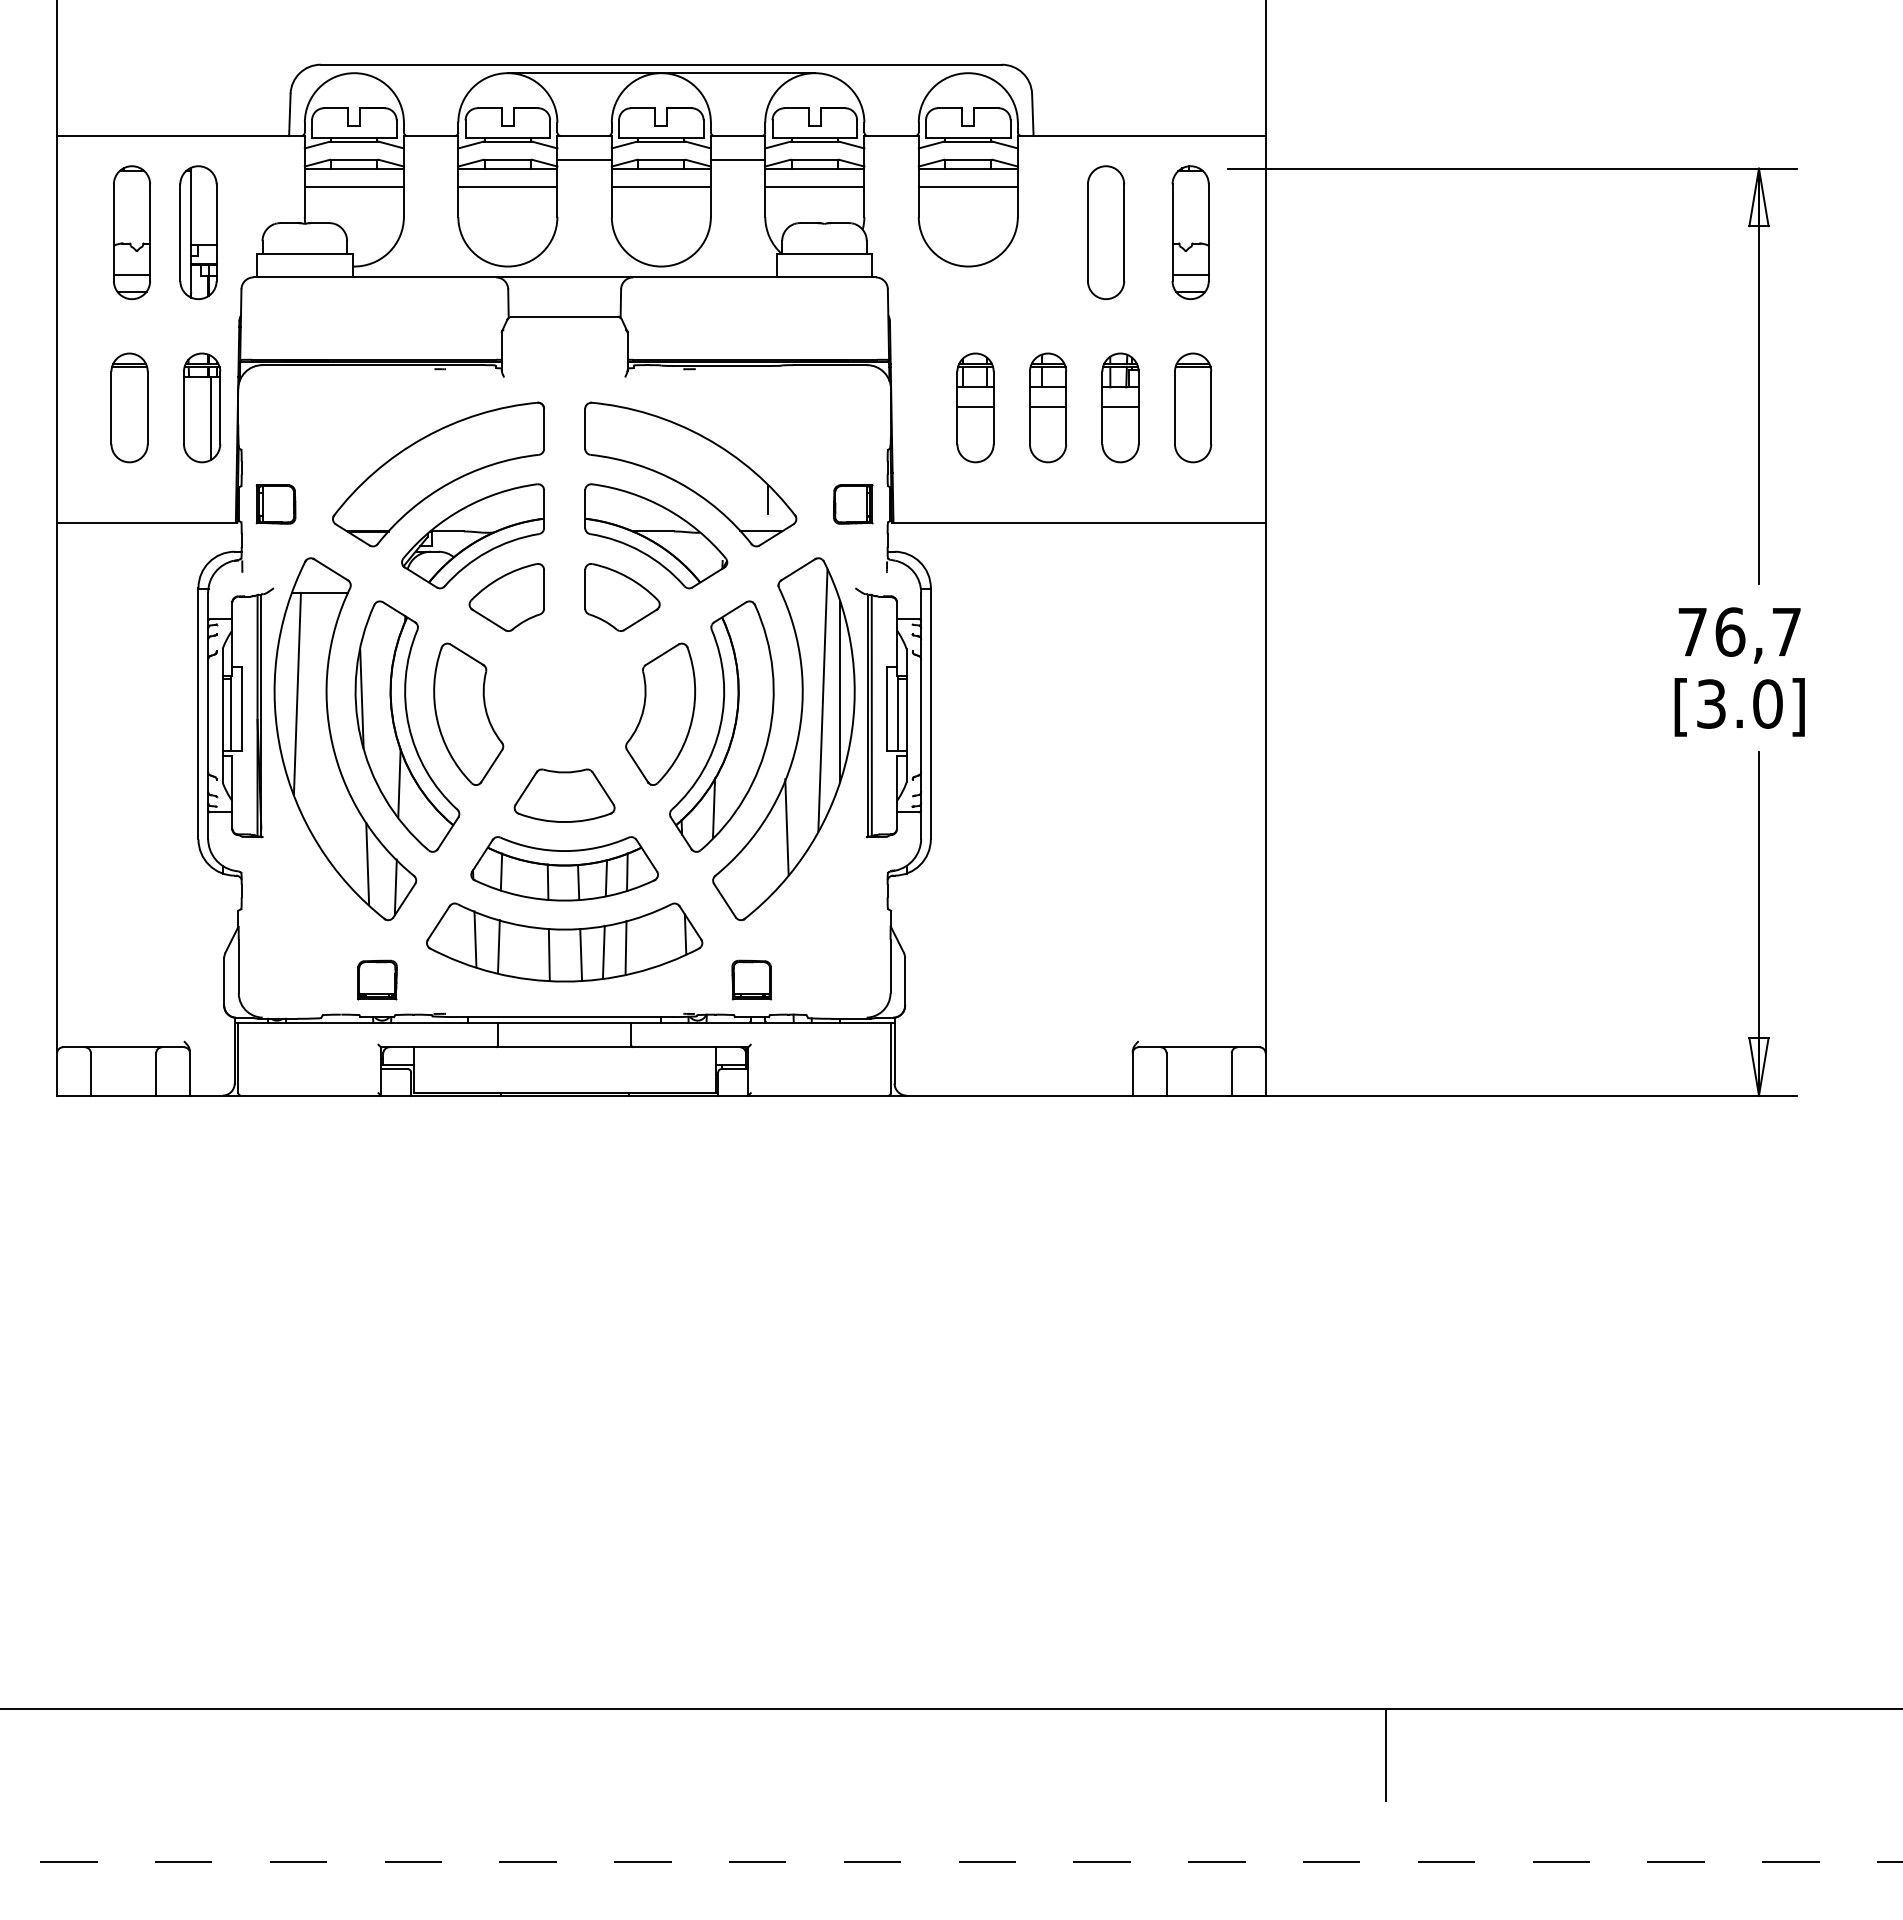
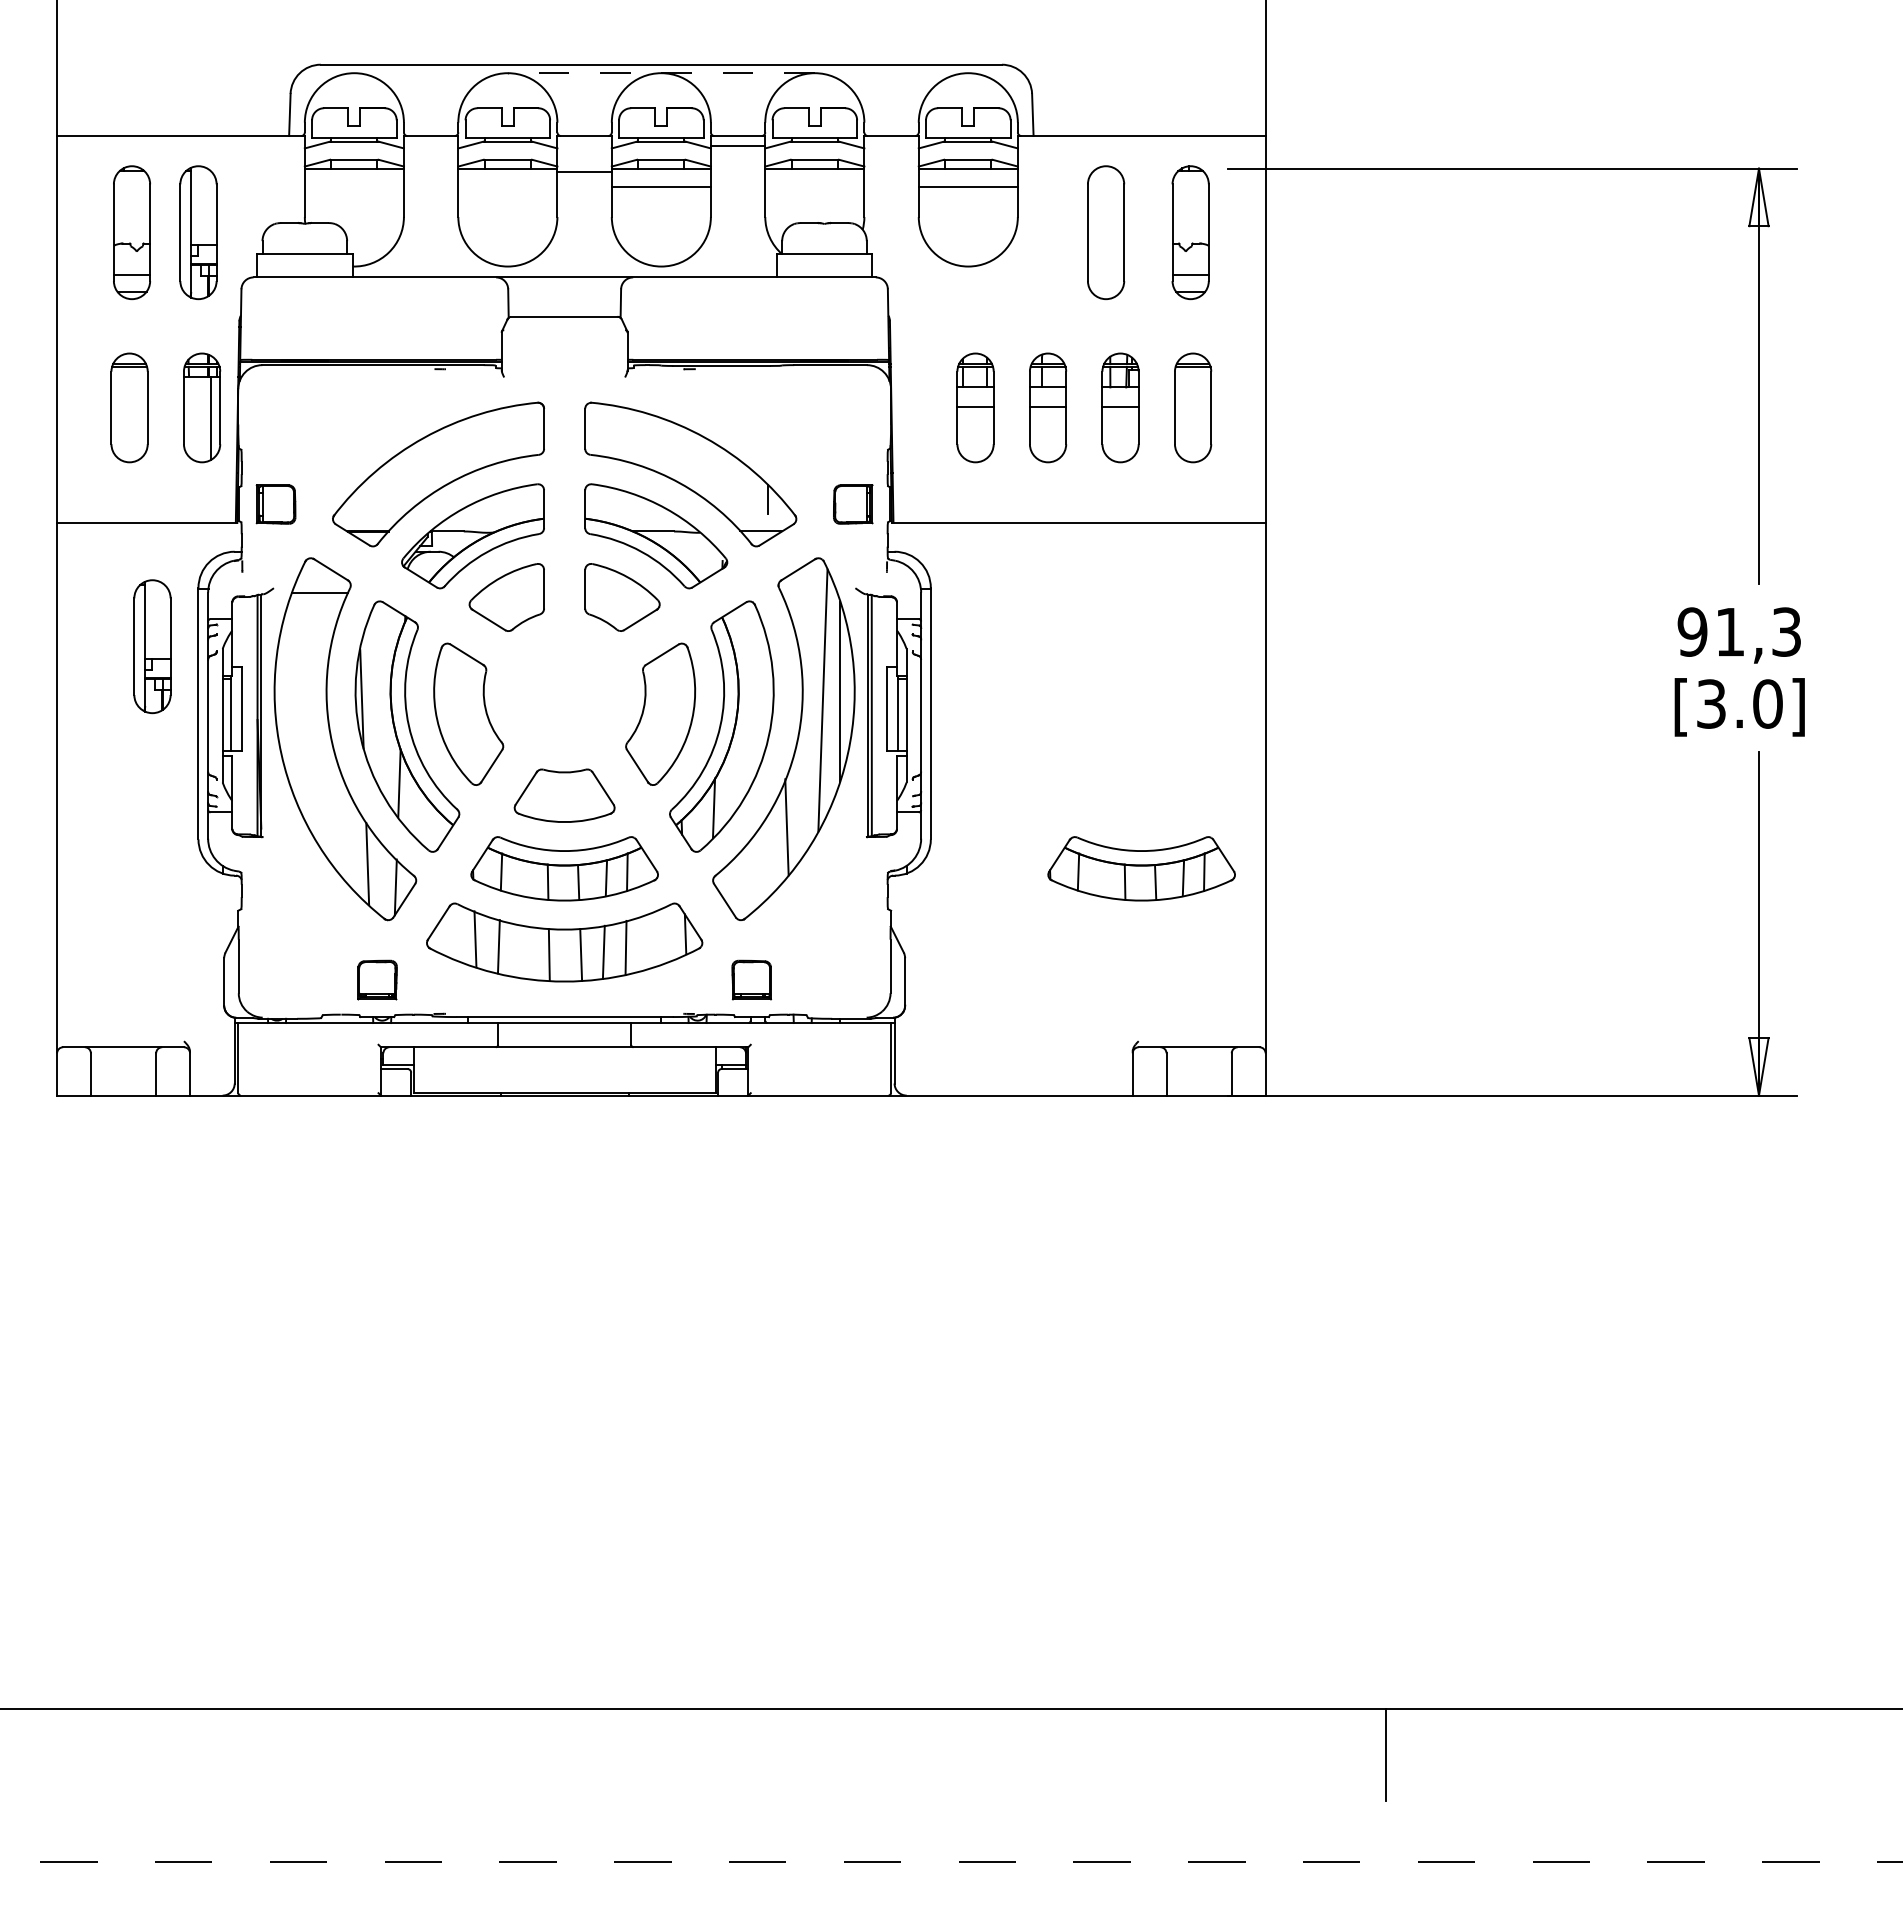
line at (660, 73): solid -> dashed
line at (584, 160) position: (584, 160) -> (584, 172)
line at (737, 160) position: (737, 160) -> (737, 146)
line at (353, 186): present -> none
line at (507, 186): present -> none
line at (814, 186): present -> none
text at (1738, 631): 76,7 -> 91,3
part at (152, 646): none -> present
line at (296, 693): present -> none
part at (1141, 868): none -> present
